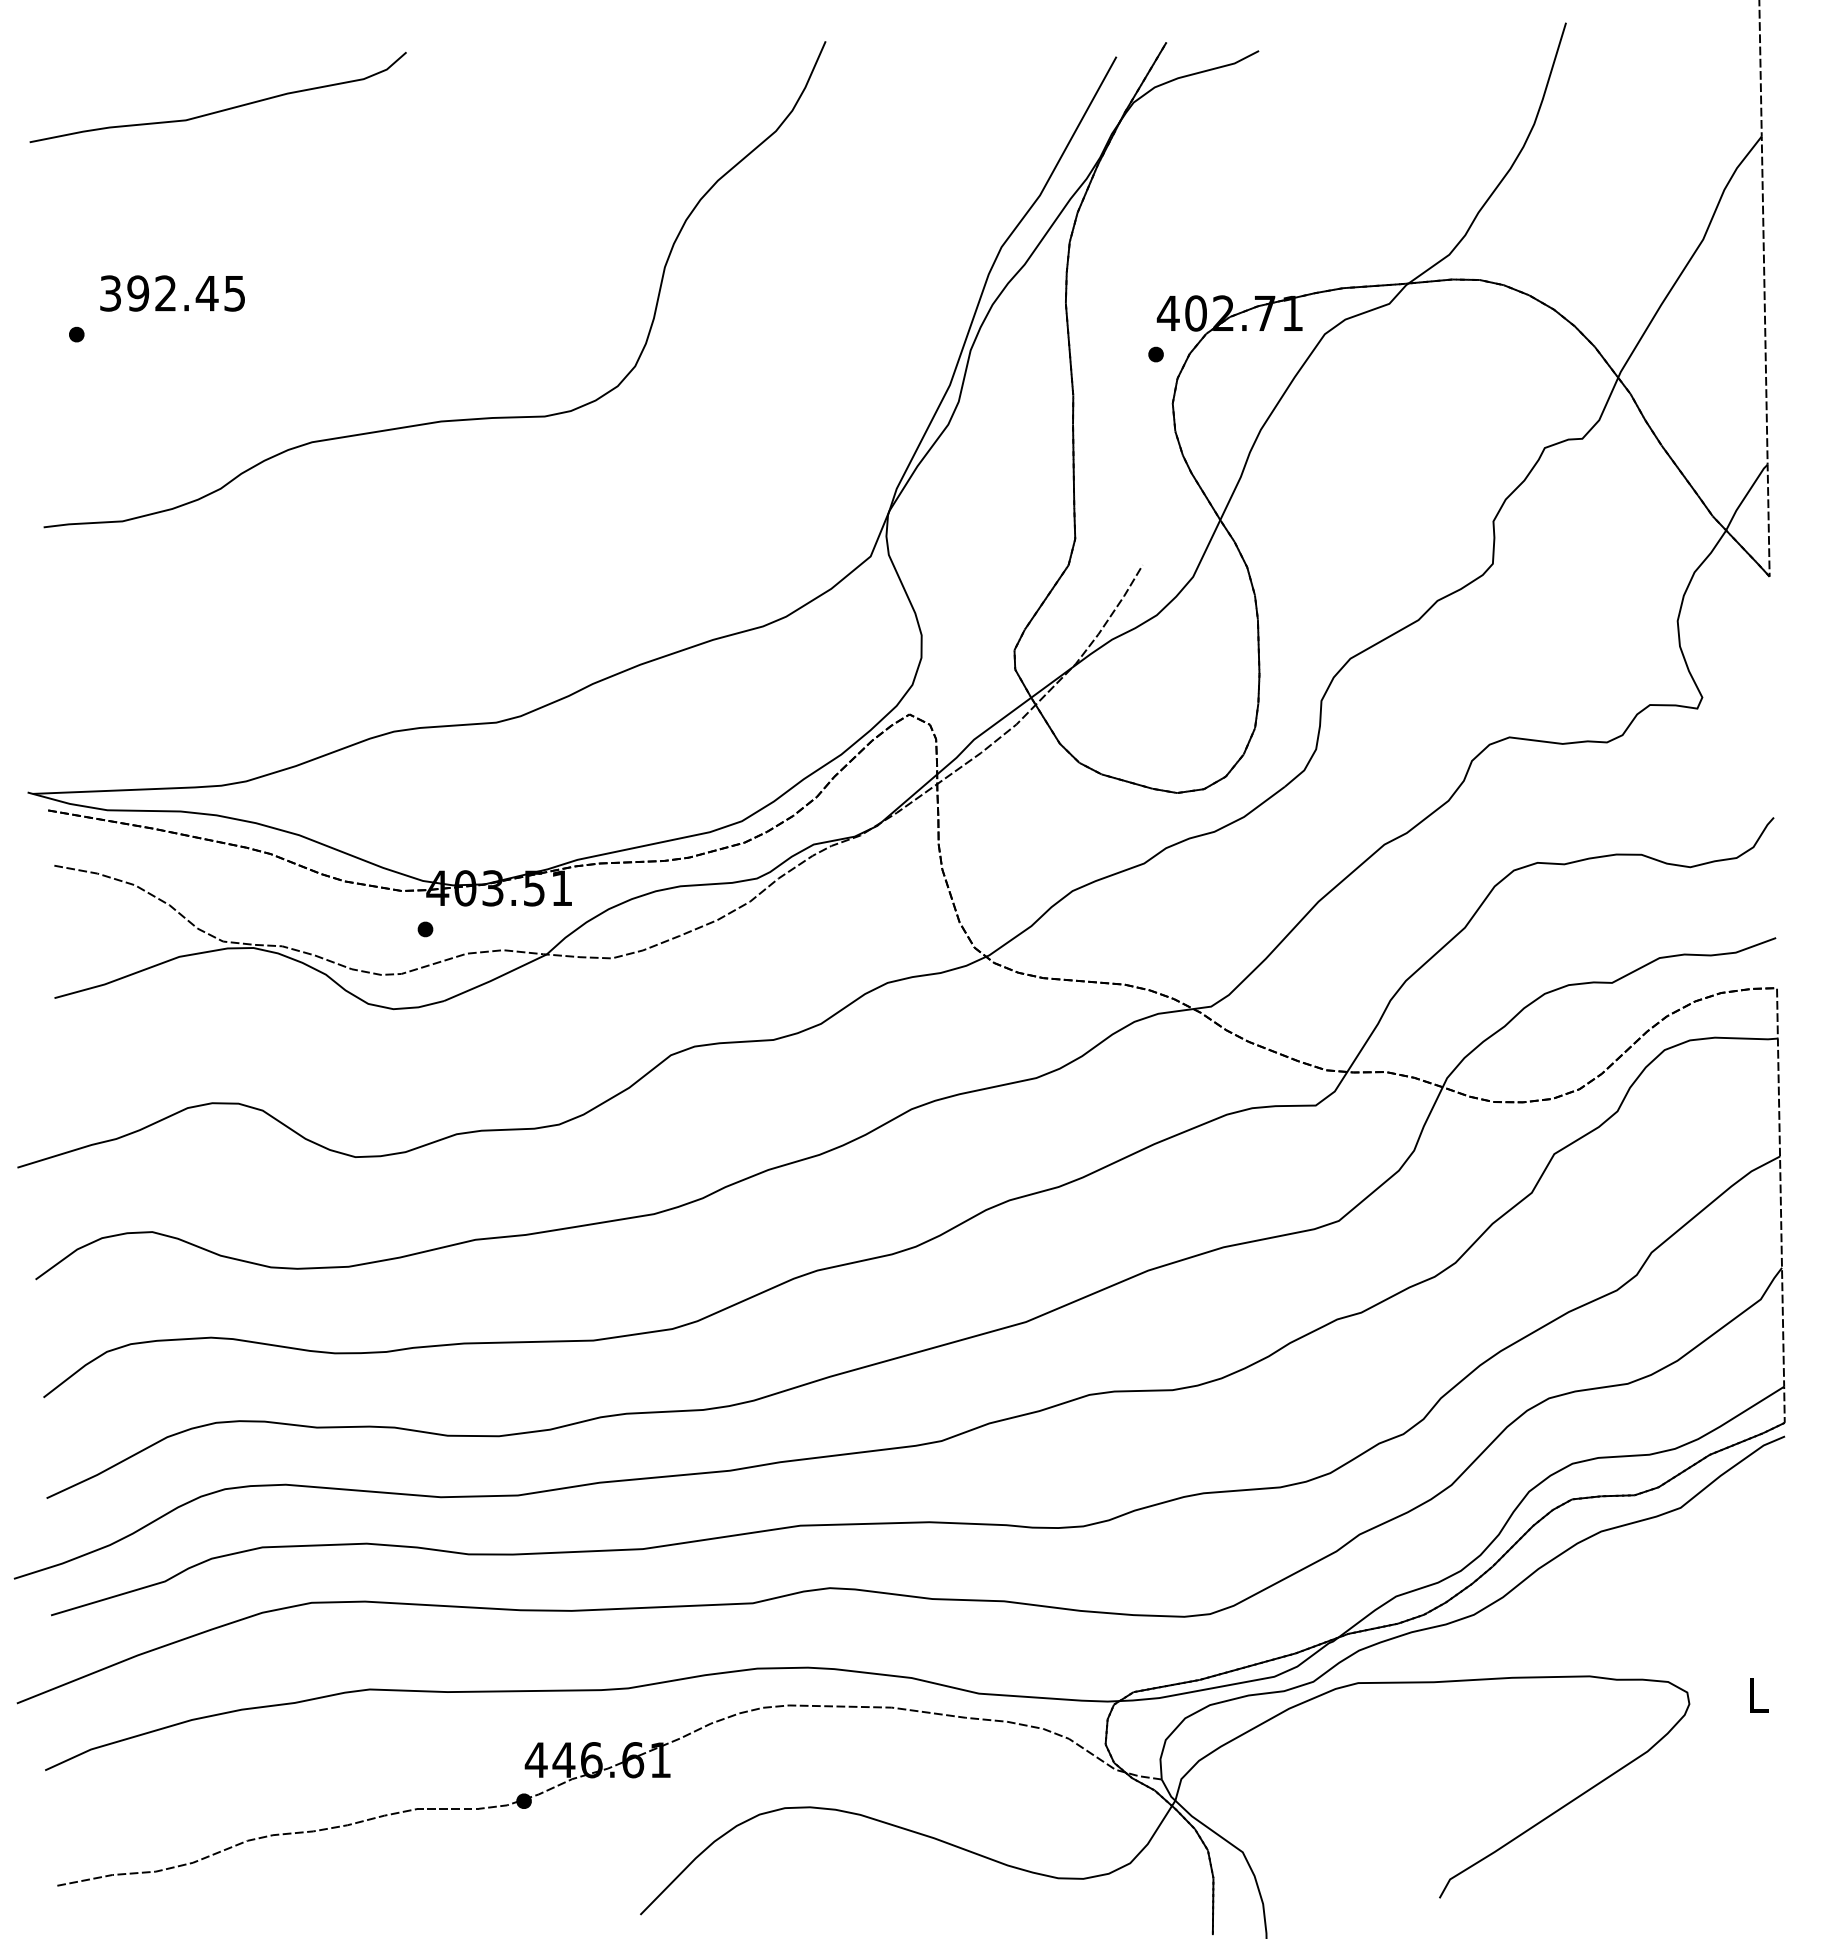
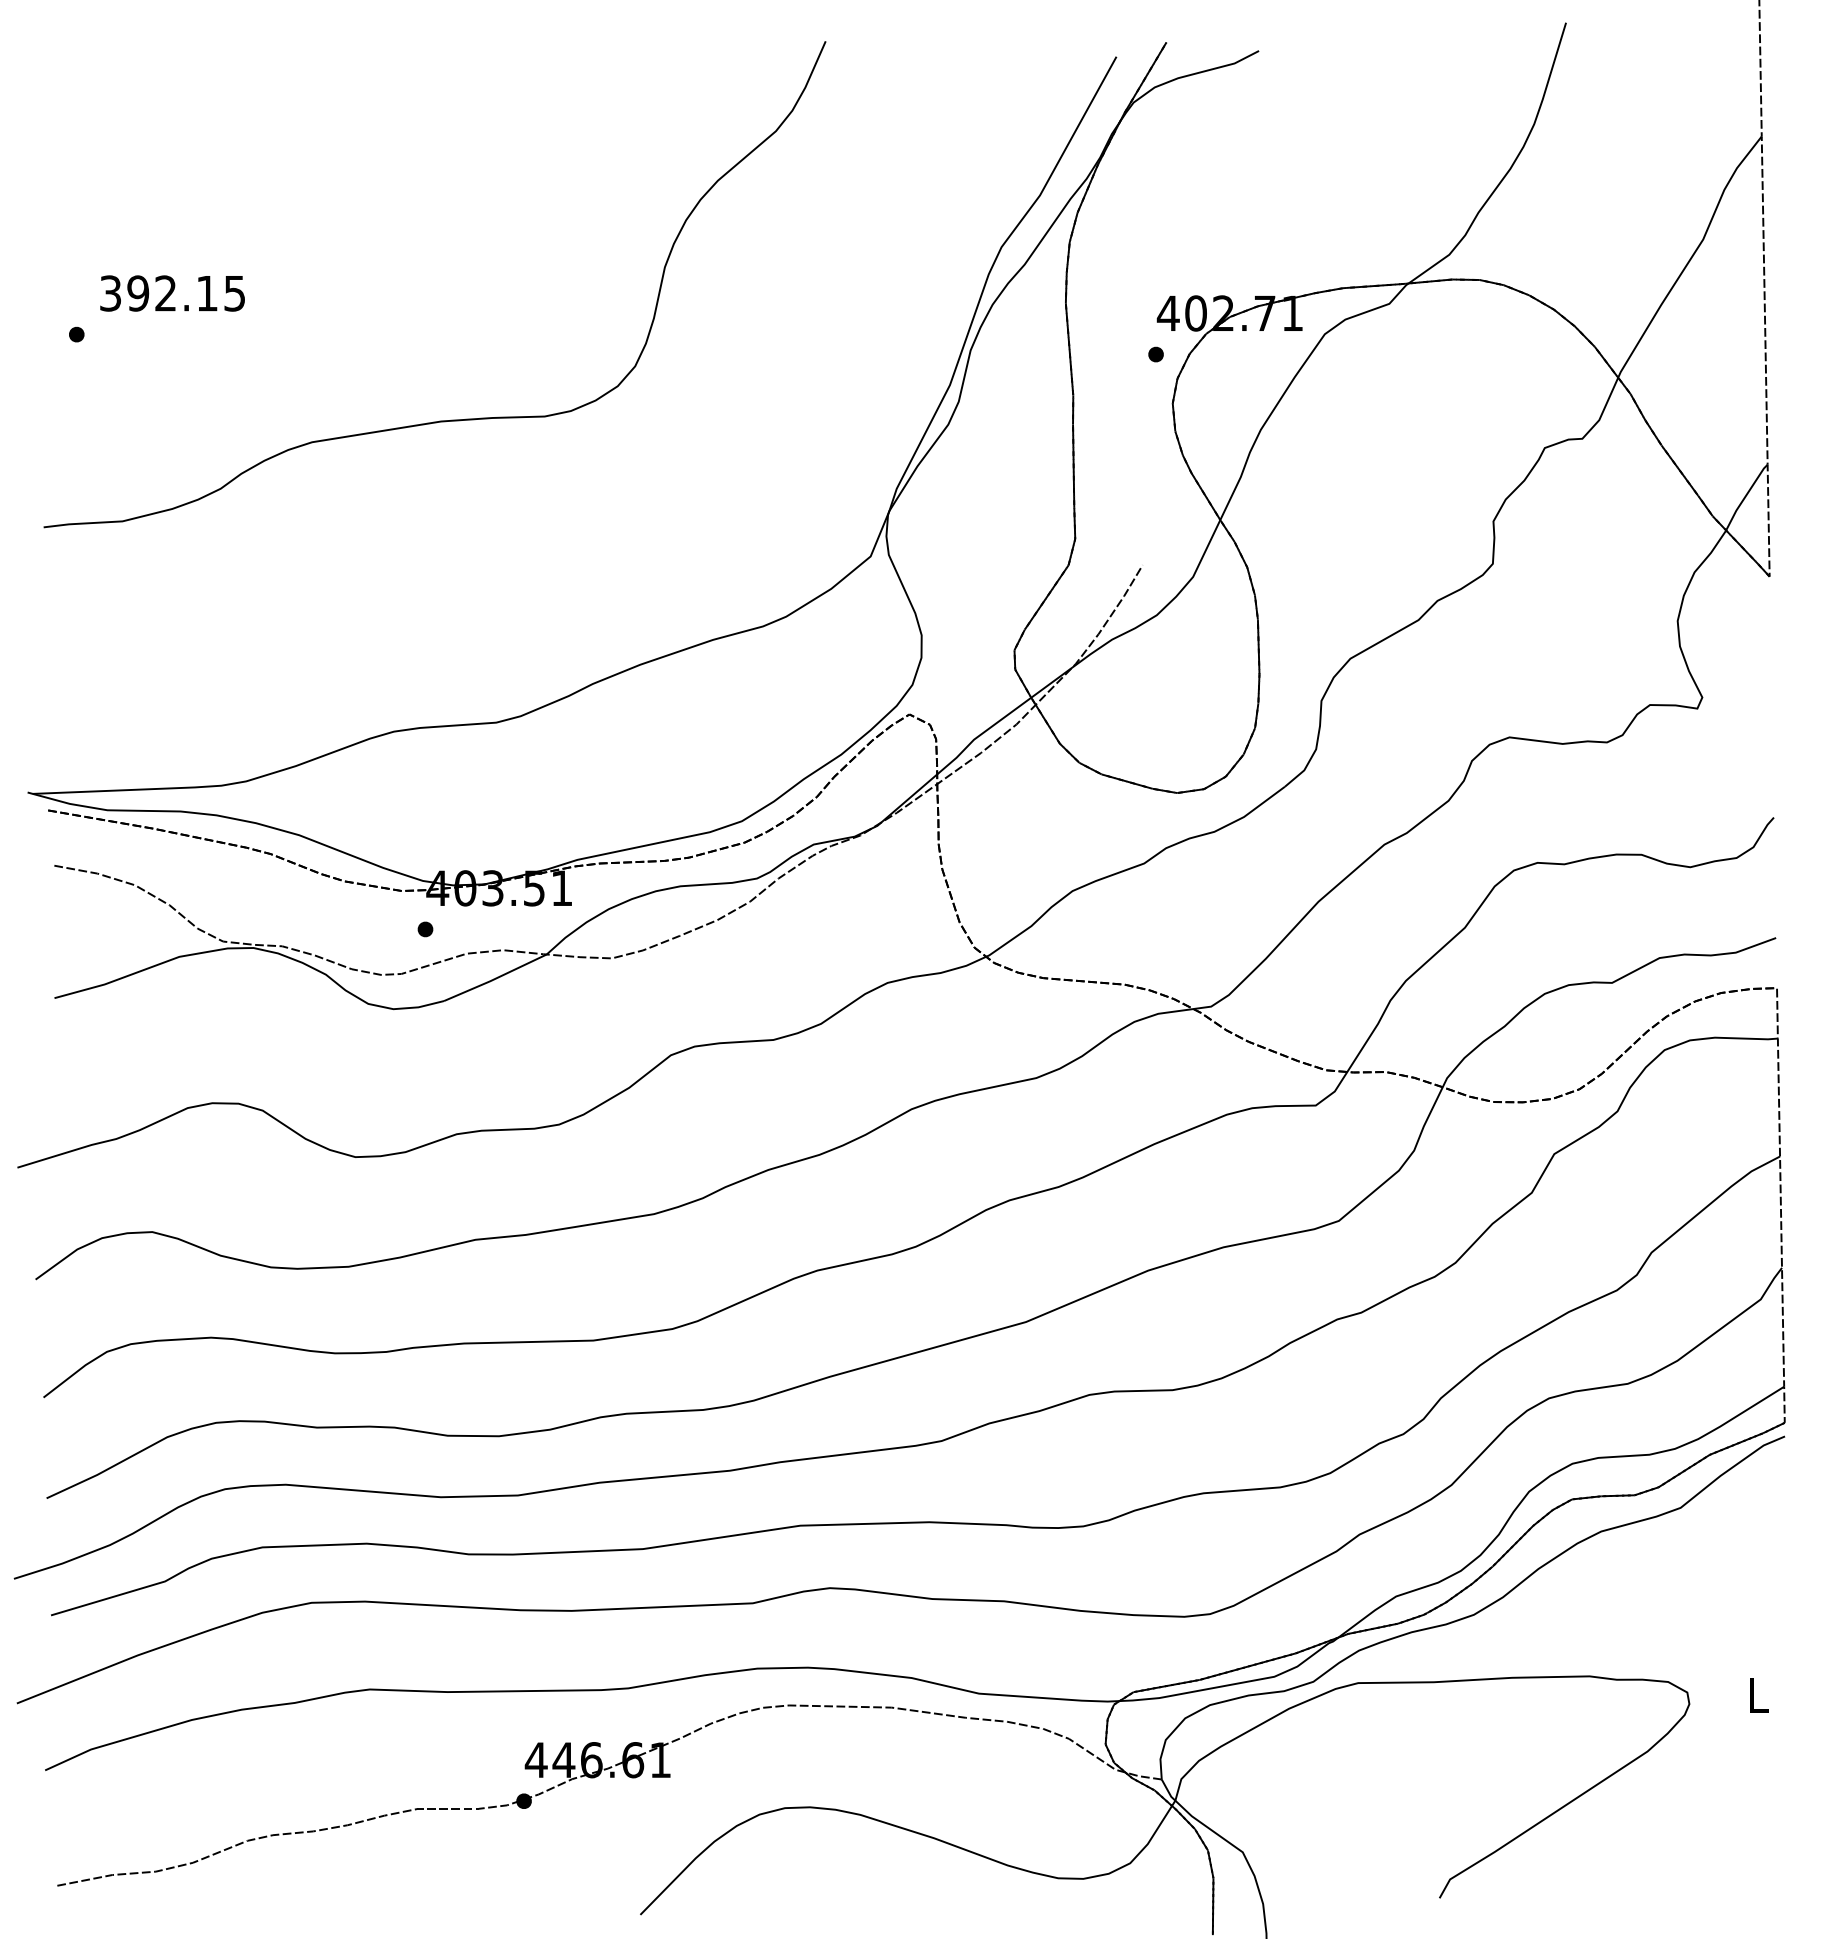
curve at (222, 109): present -> none
text at (206, 293): 392.45 -> 392.15
